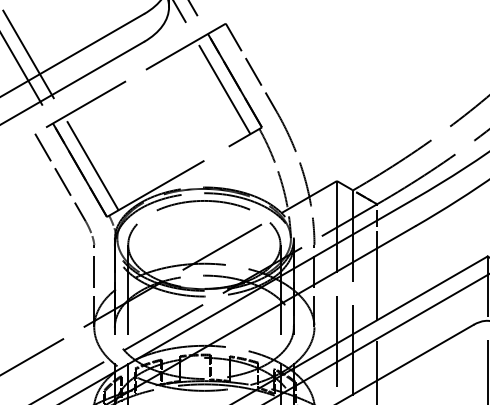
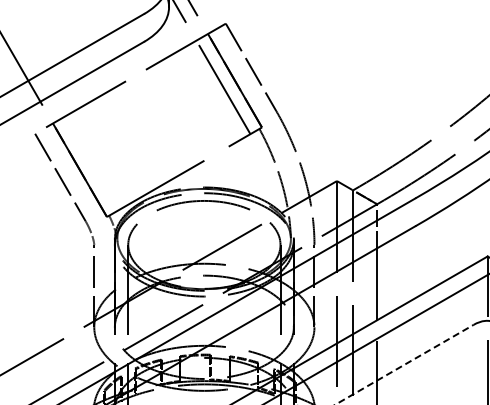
line at (60, 109): present -> none
line at (404, 364): solid -> dashed
